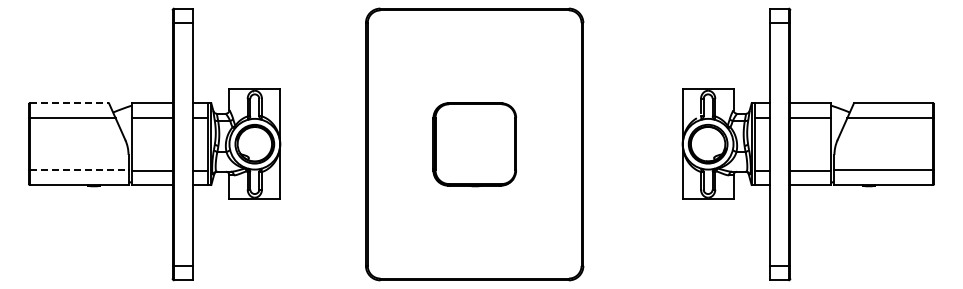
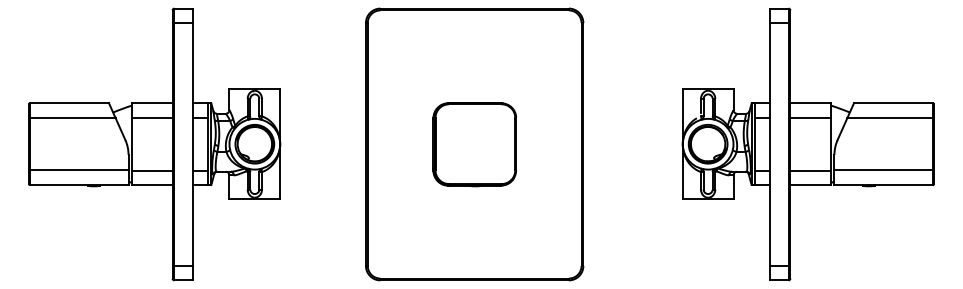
line at (69, 103): dashed -> solid
line at (79, 170): dashed -> solid
